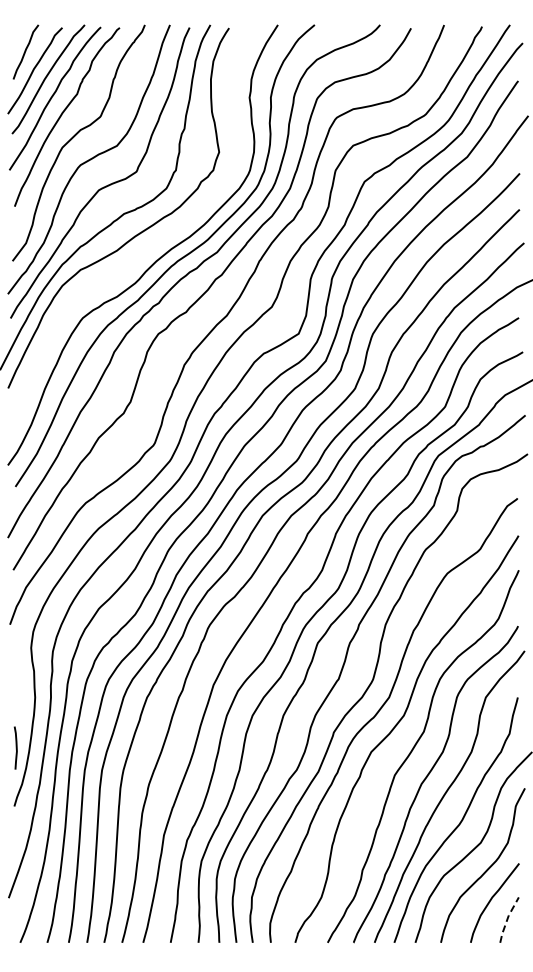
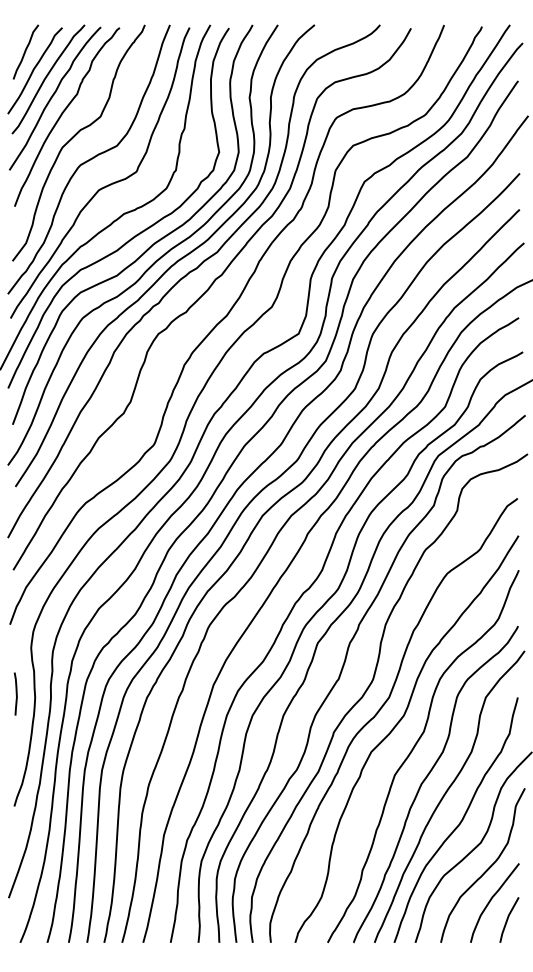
curve at (150, 245): none -> present
curve at (15, 747) position: (15, 747) -> (15, 693)
line at (507, 919): dashed -> solid
